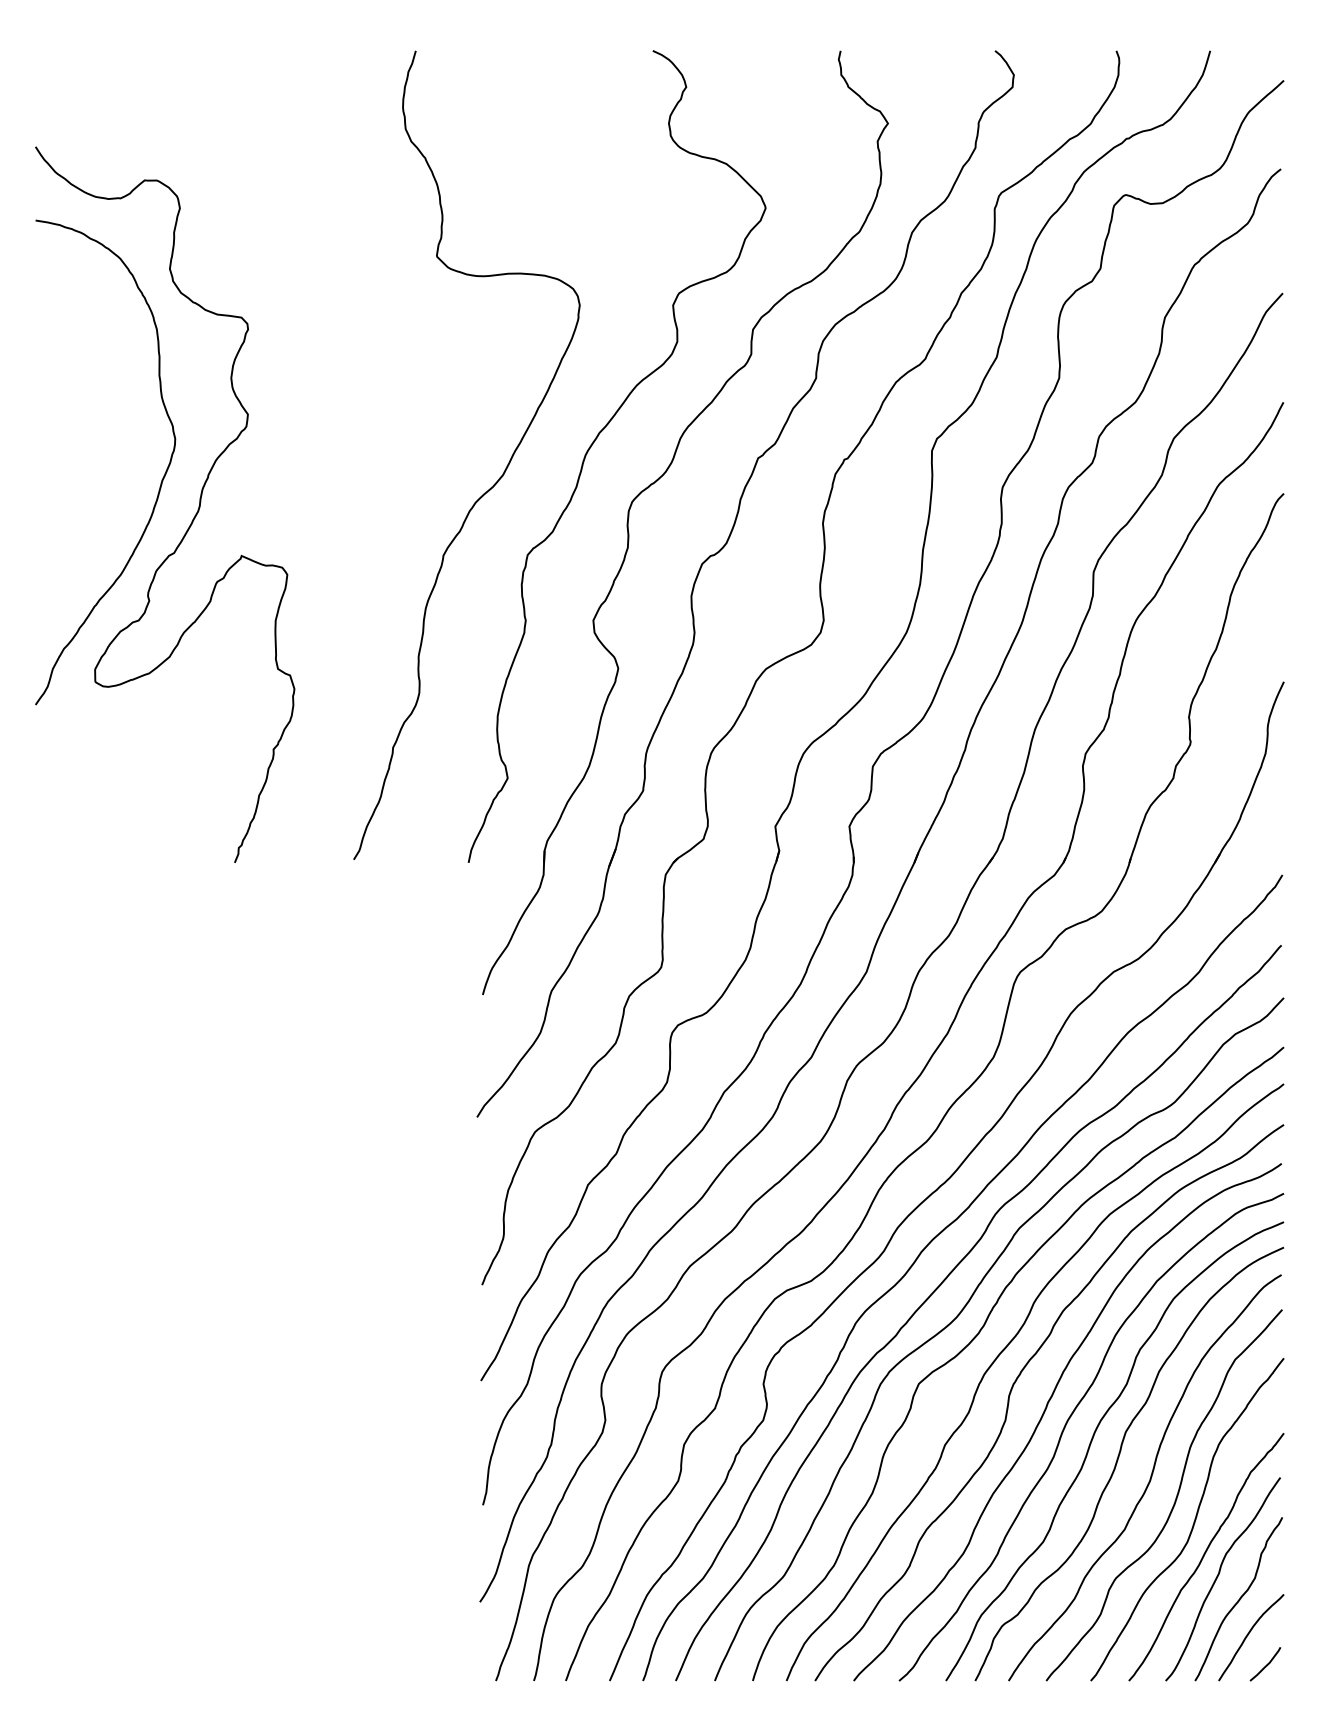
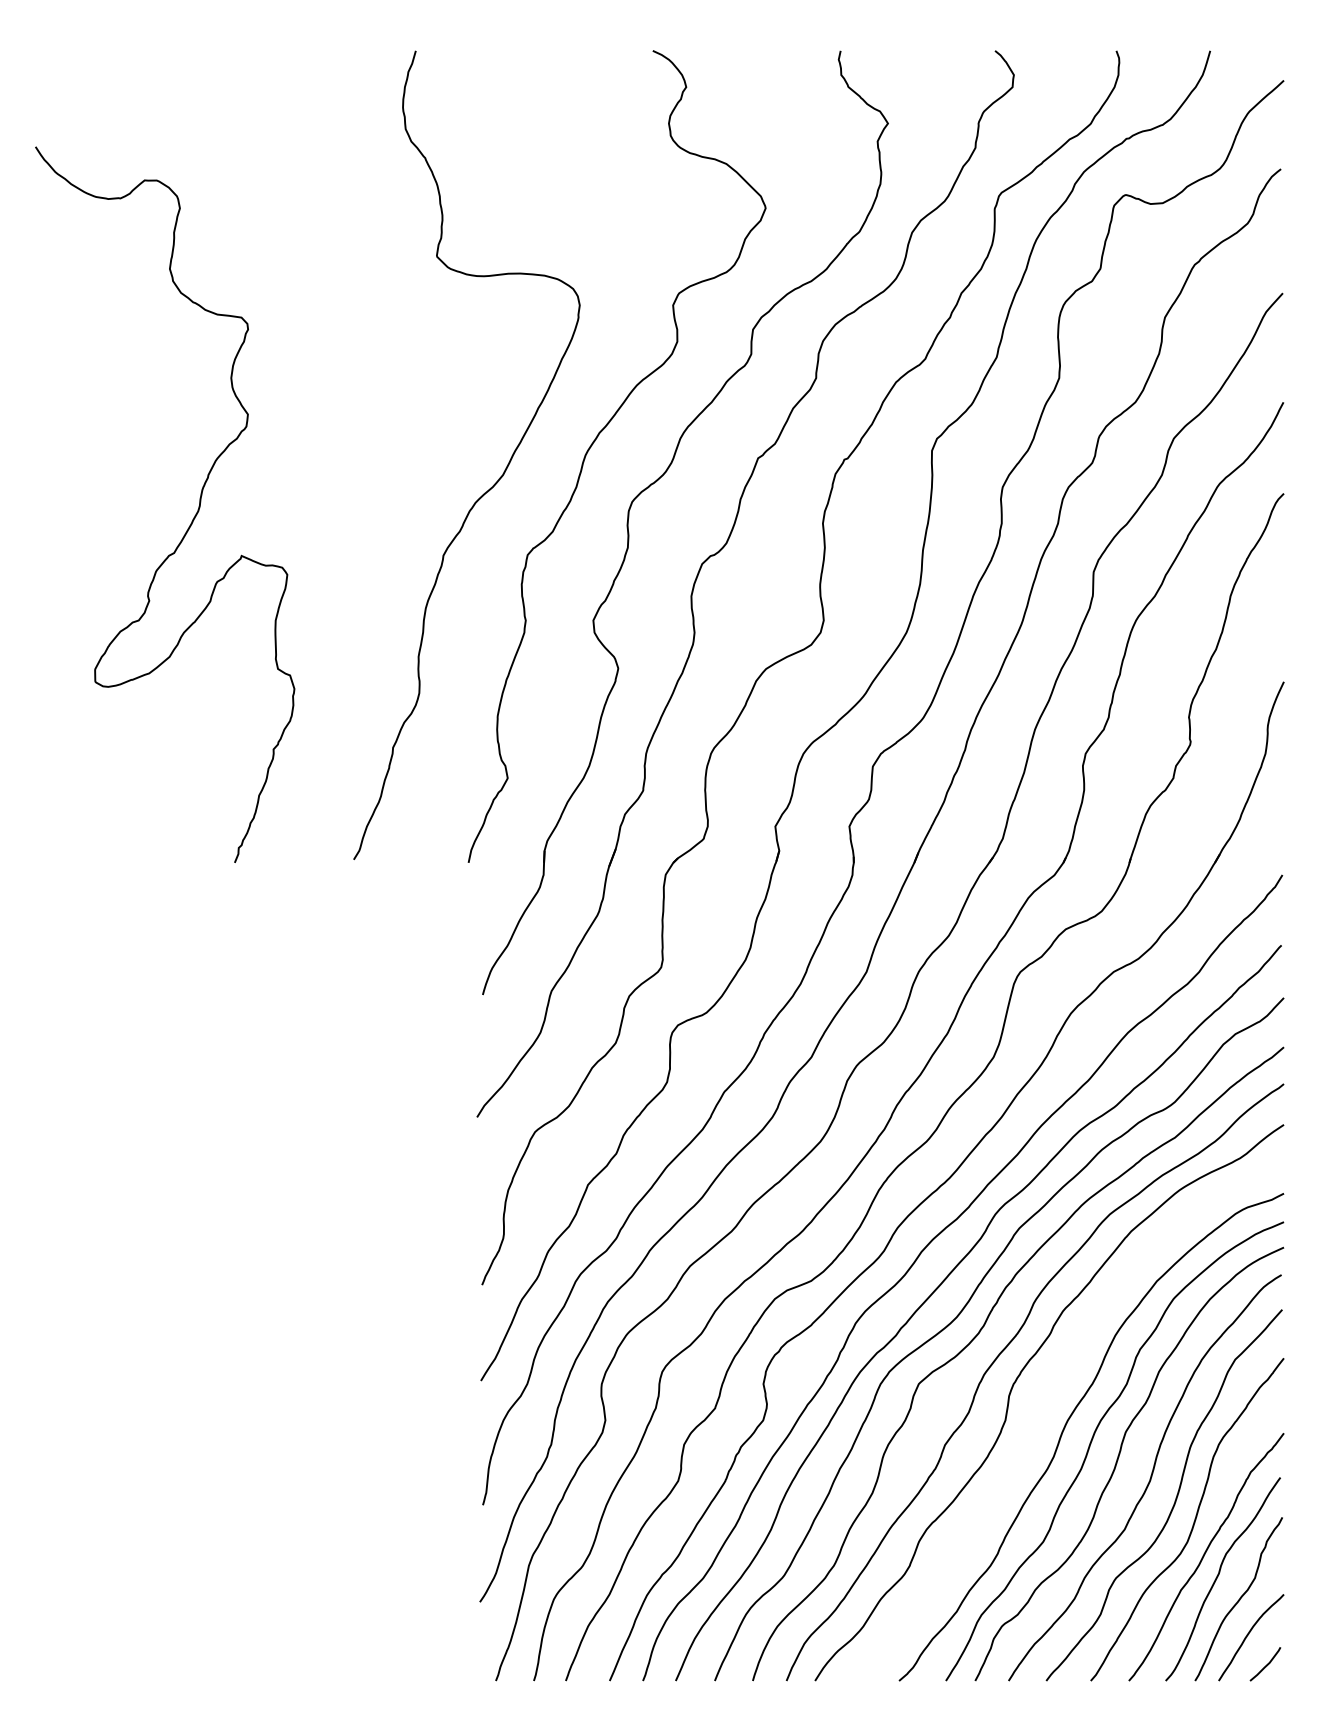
curve at (161, 479): present -> none
curve at (1045, 1412): present -> none
